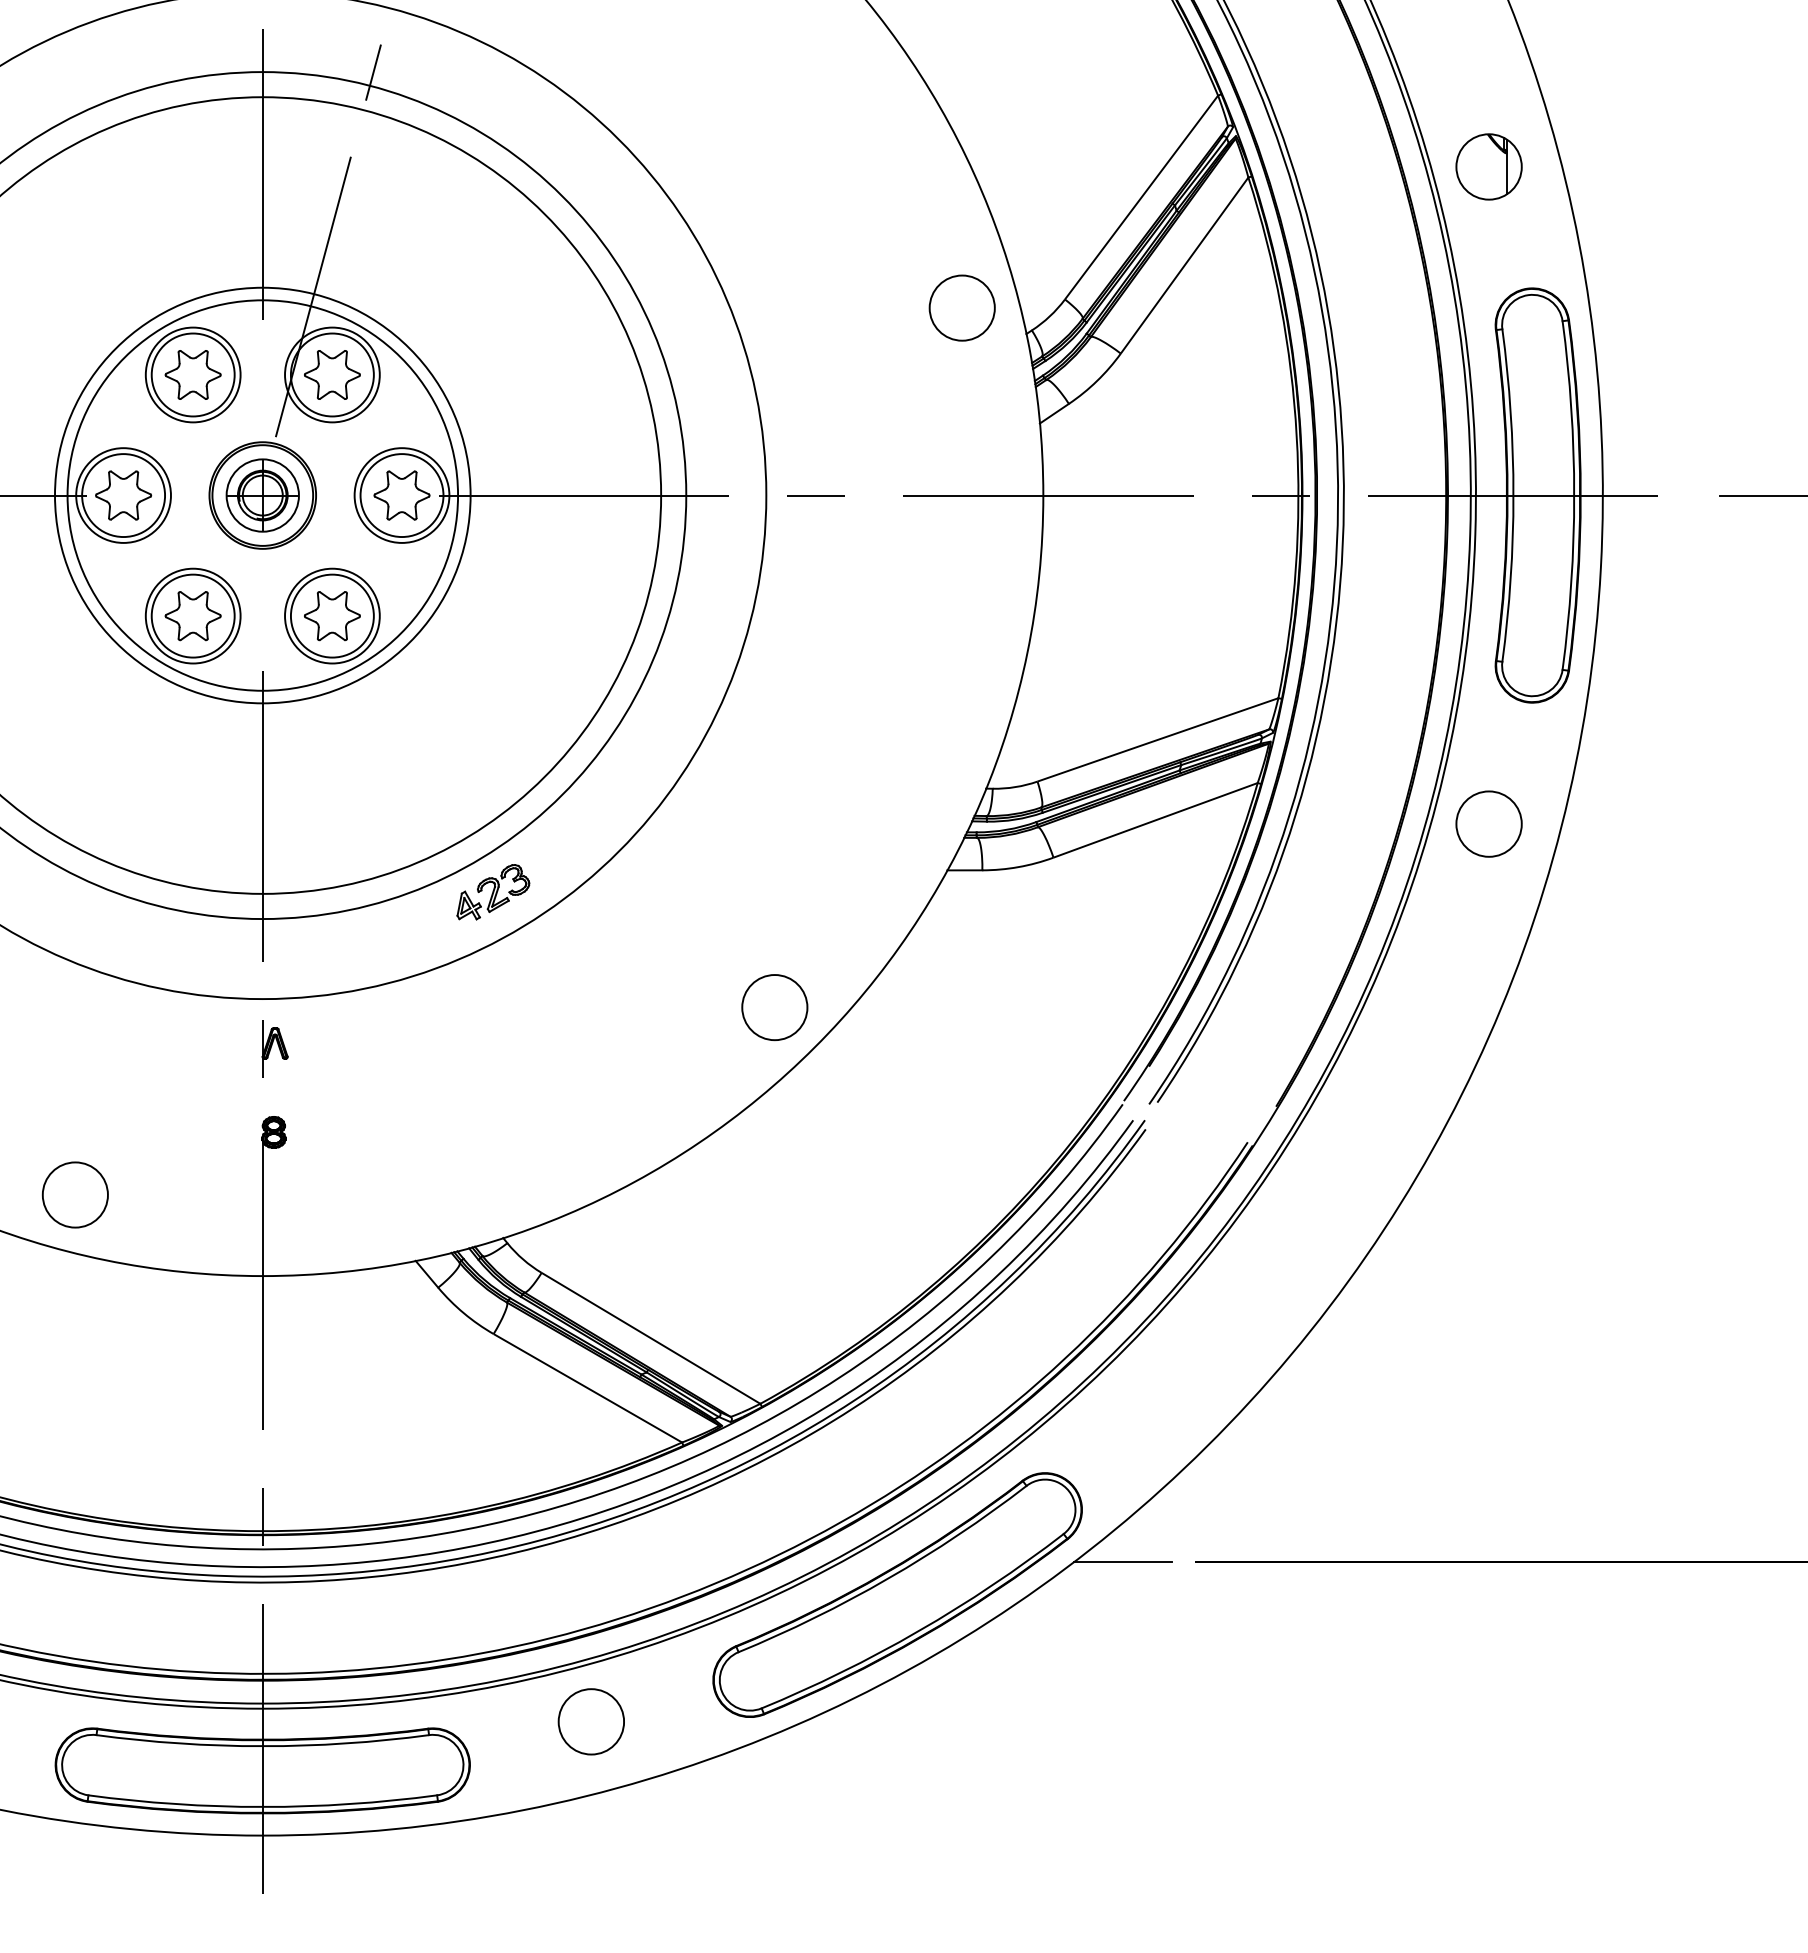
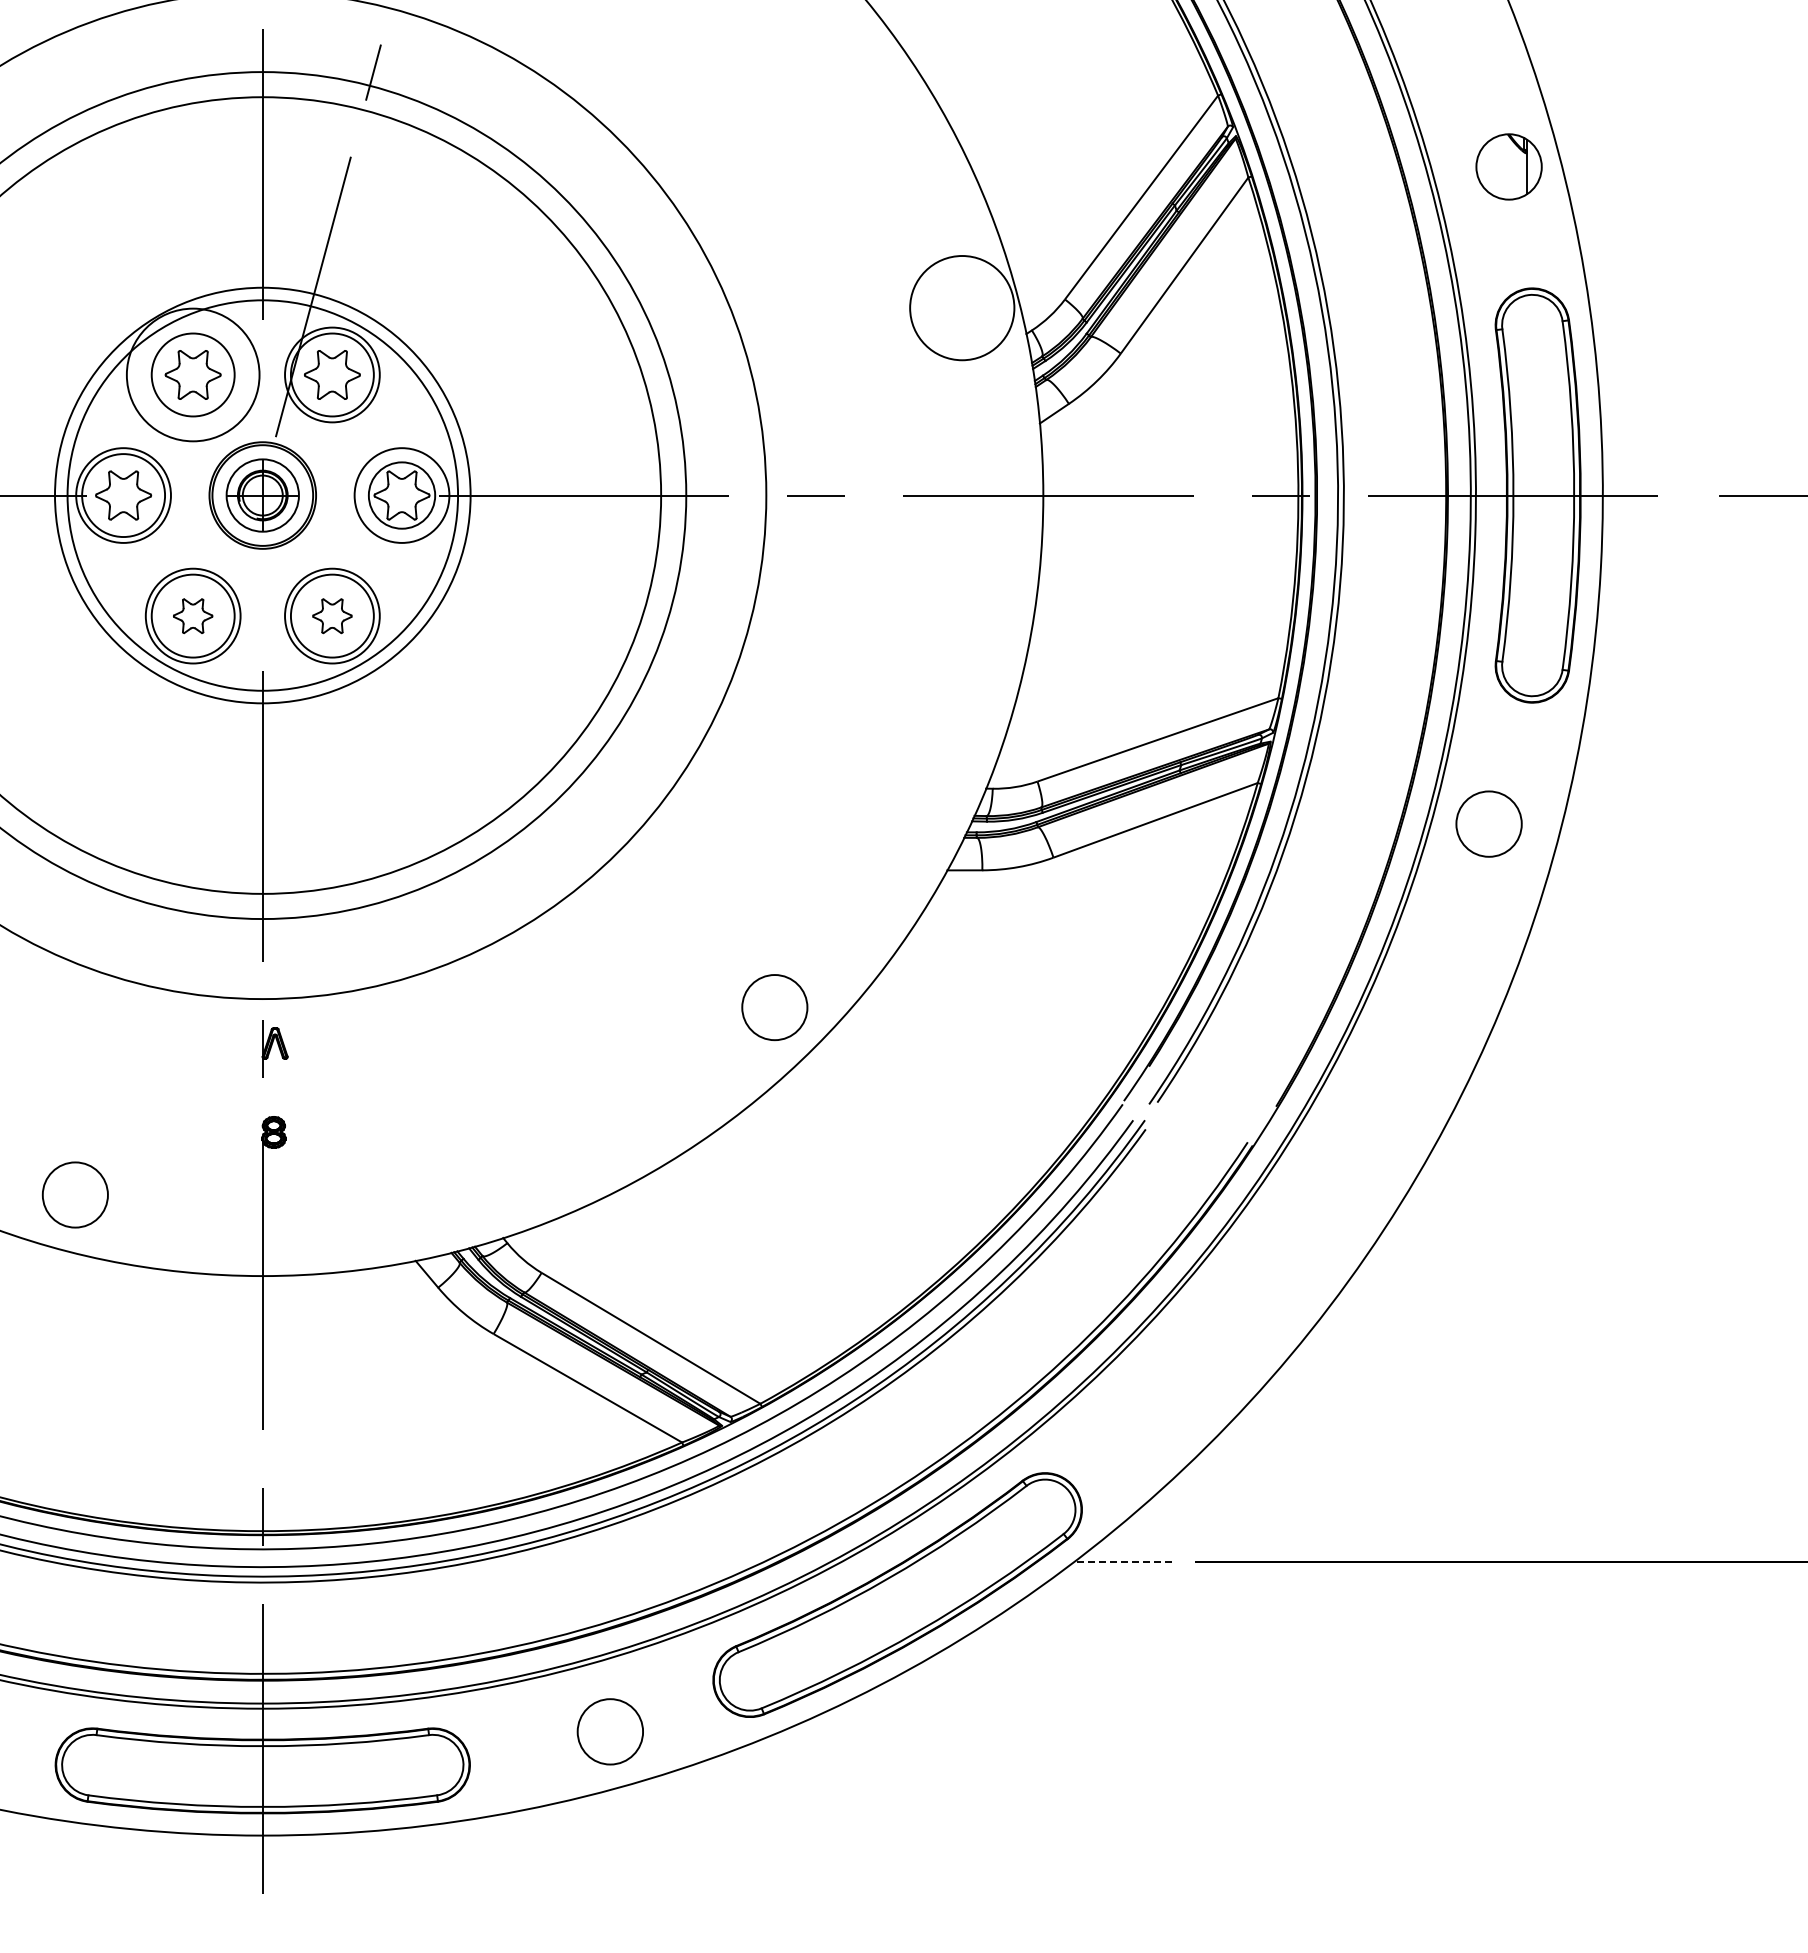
part at (1488, 166) position: (1488, 166) -> (1508, 166)
circle at (961, 307) diameter: 65 px -> 104 px
circle at (192, 374) diameter: 95 px -> 133 px
circle at (401, 495) diameter: 83 px -> 66 px
part at (192, 616) size: 58x51 px -> 41x36 px
part at (332, 616) size: 57x51 px -> 41x37 px
part at (493, 892): present -> none
line at (1122, 1561): solid -> dashed
circle at (590, 1721) position: (590, 1721) -> (609, 1731)
